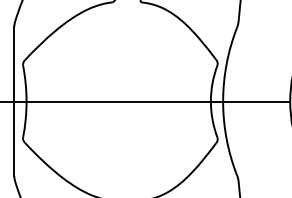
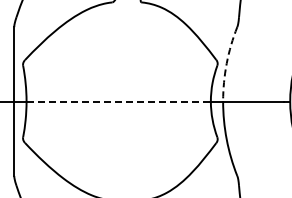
arc at (226, 63): solid -> dashed
line at (119, 101): solid -> dashed
